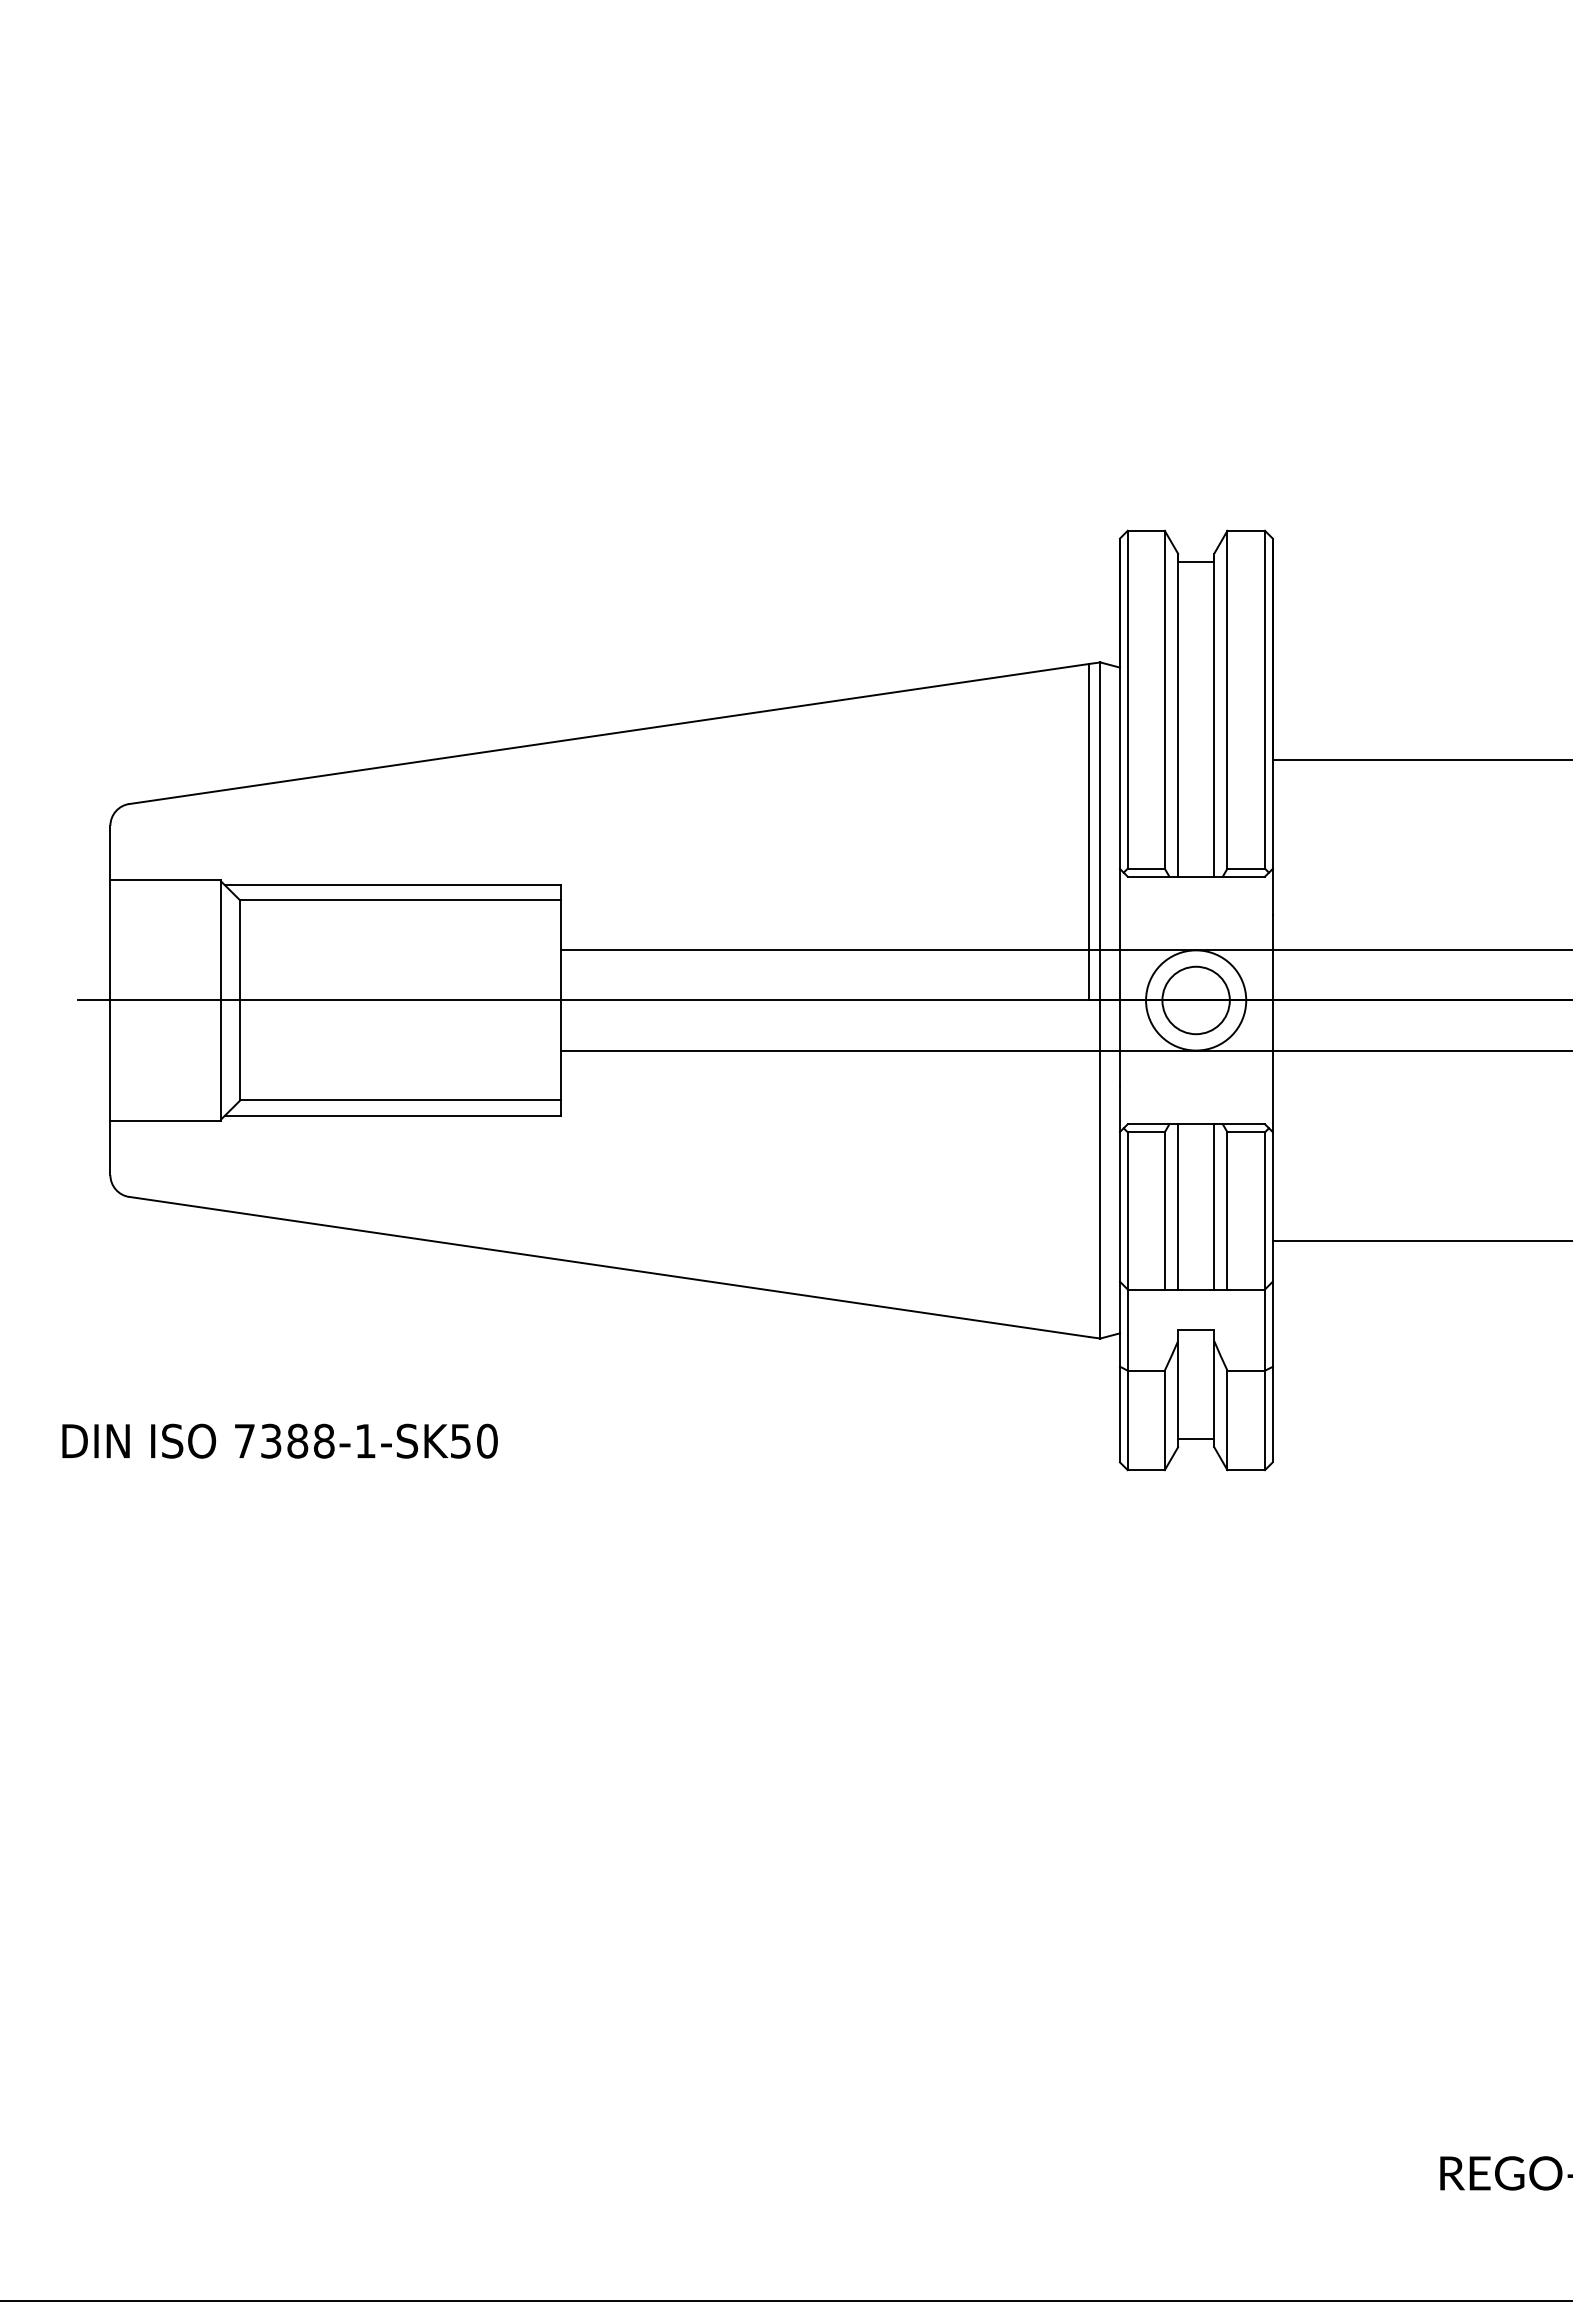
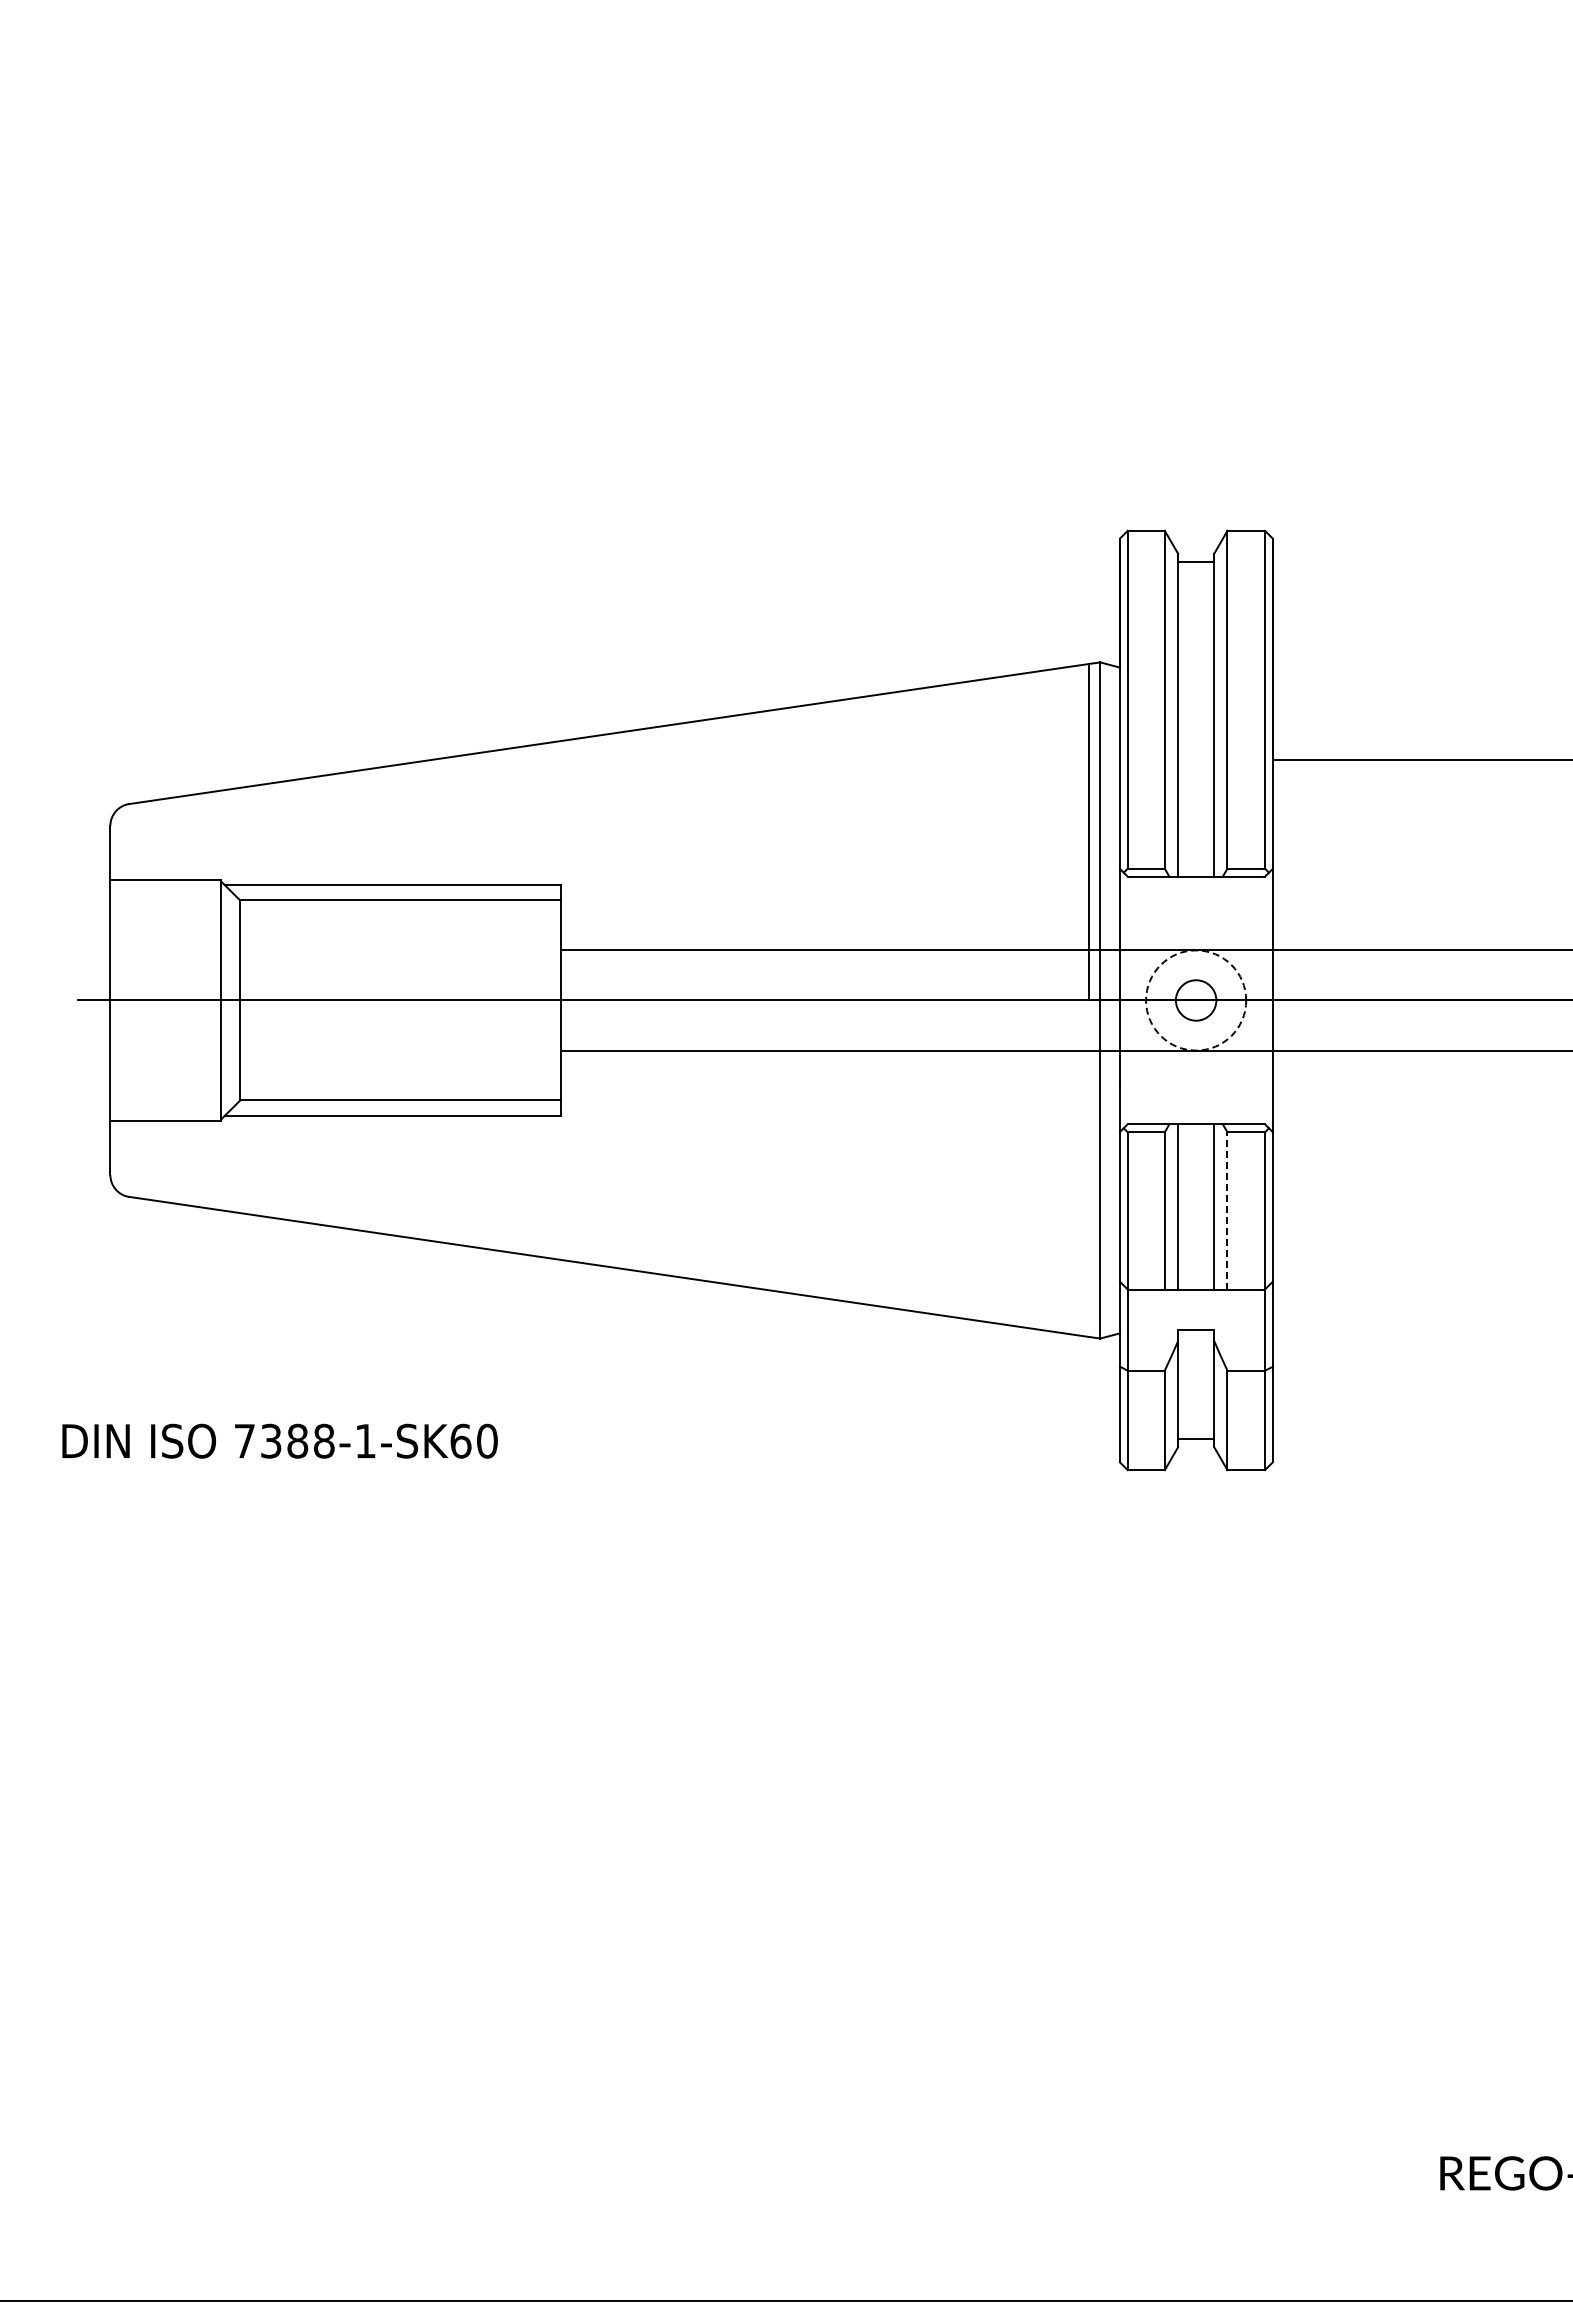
circle at (1195, 1000) diameter: 67 px -> 40 px
circle at (1196, 1000): solid -> dashed
line at (1227, 1210): solid -> dashed
line at (1420, 1241): present -> none
text at (460, 1440): 7388-1-SK50 -> 7388-1-SK60
